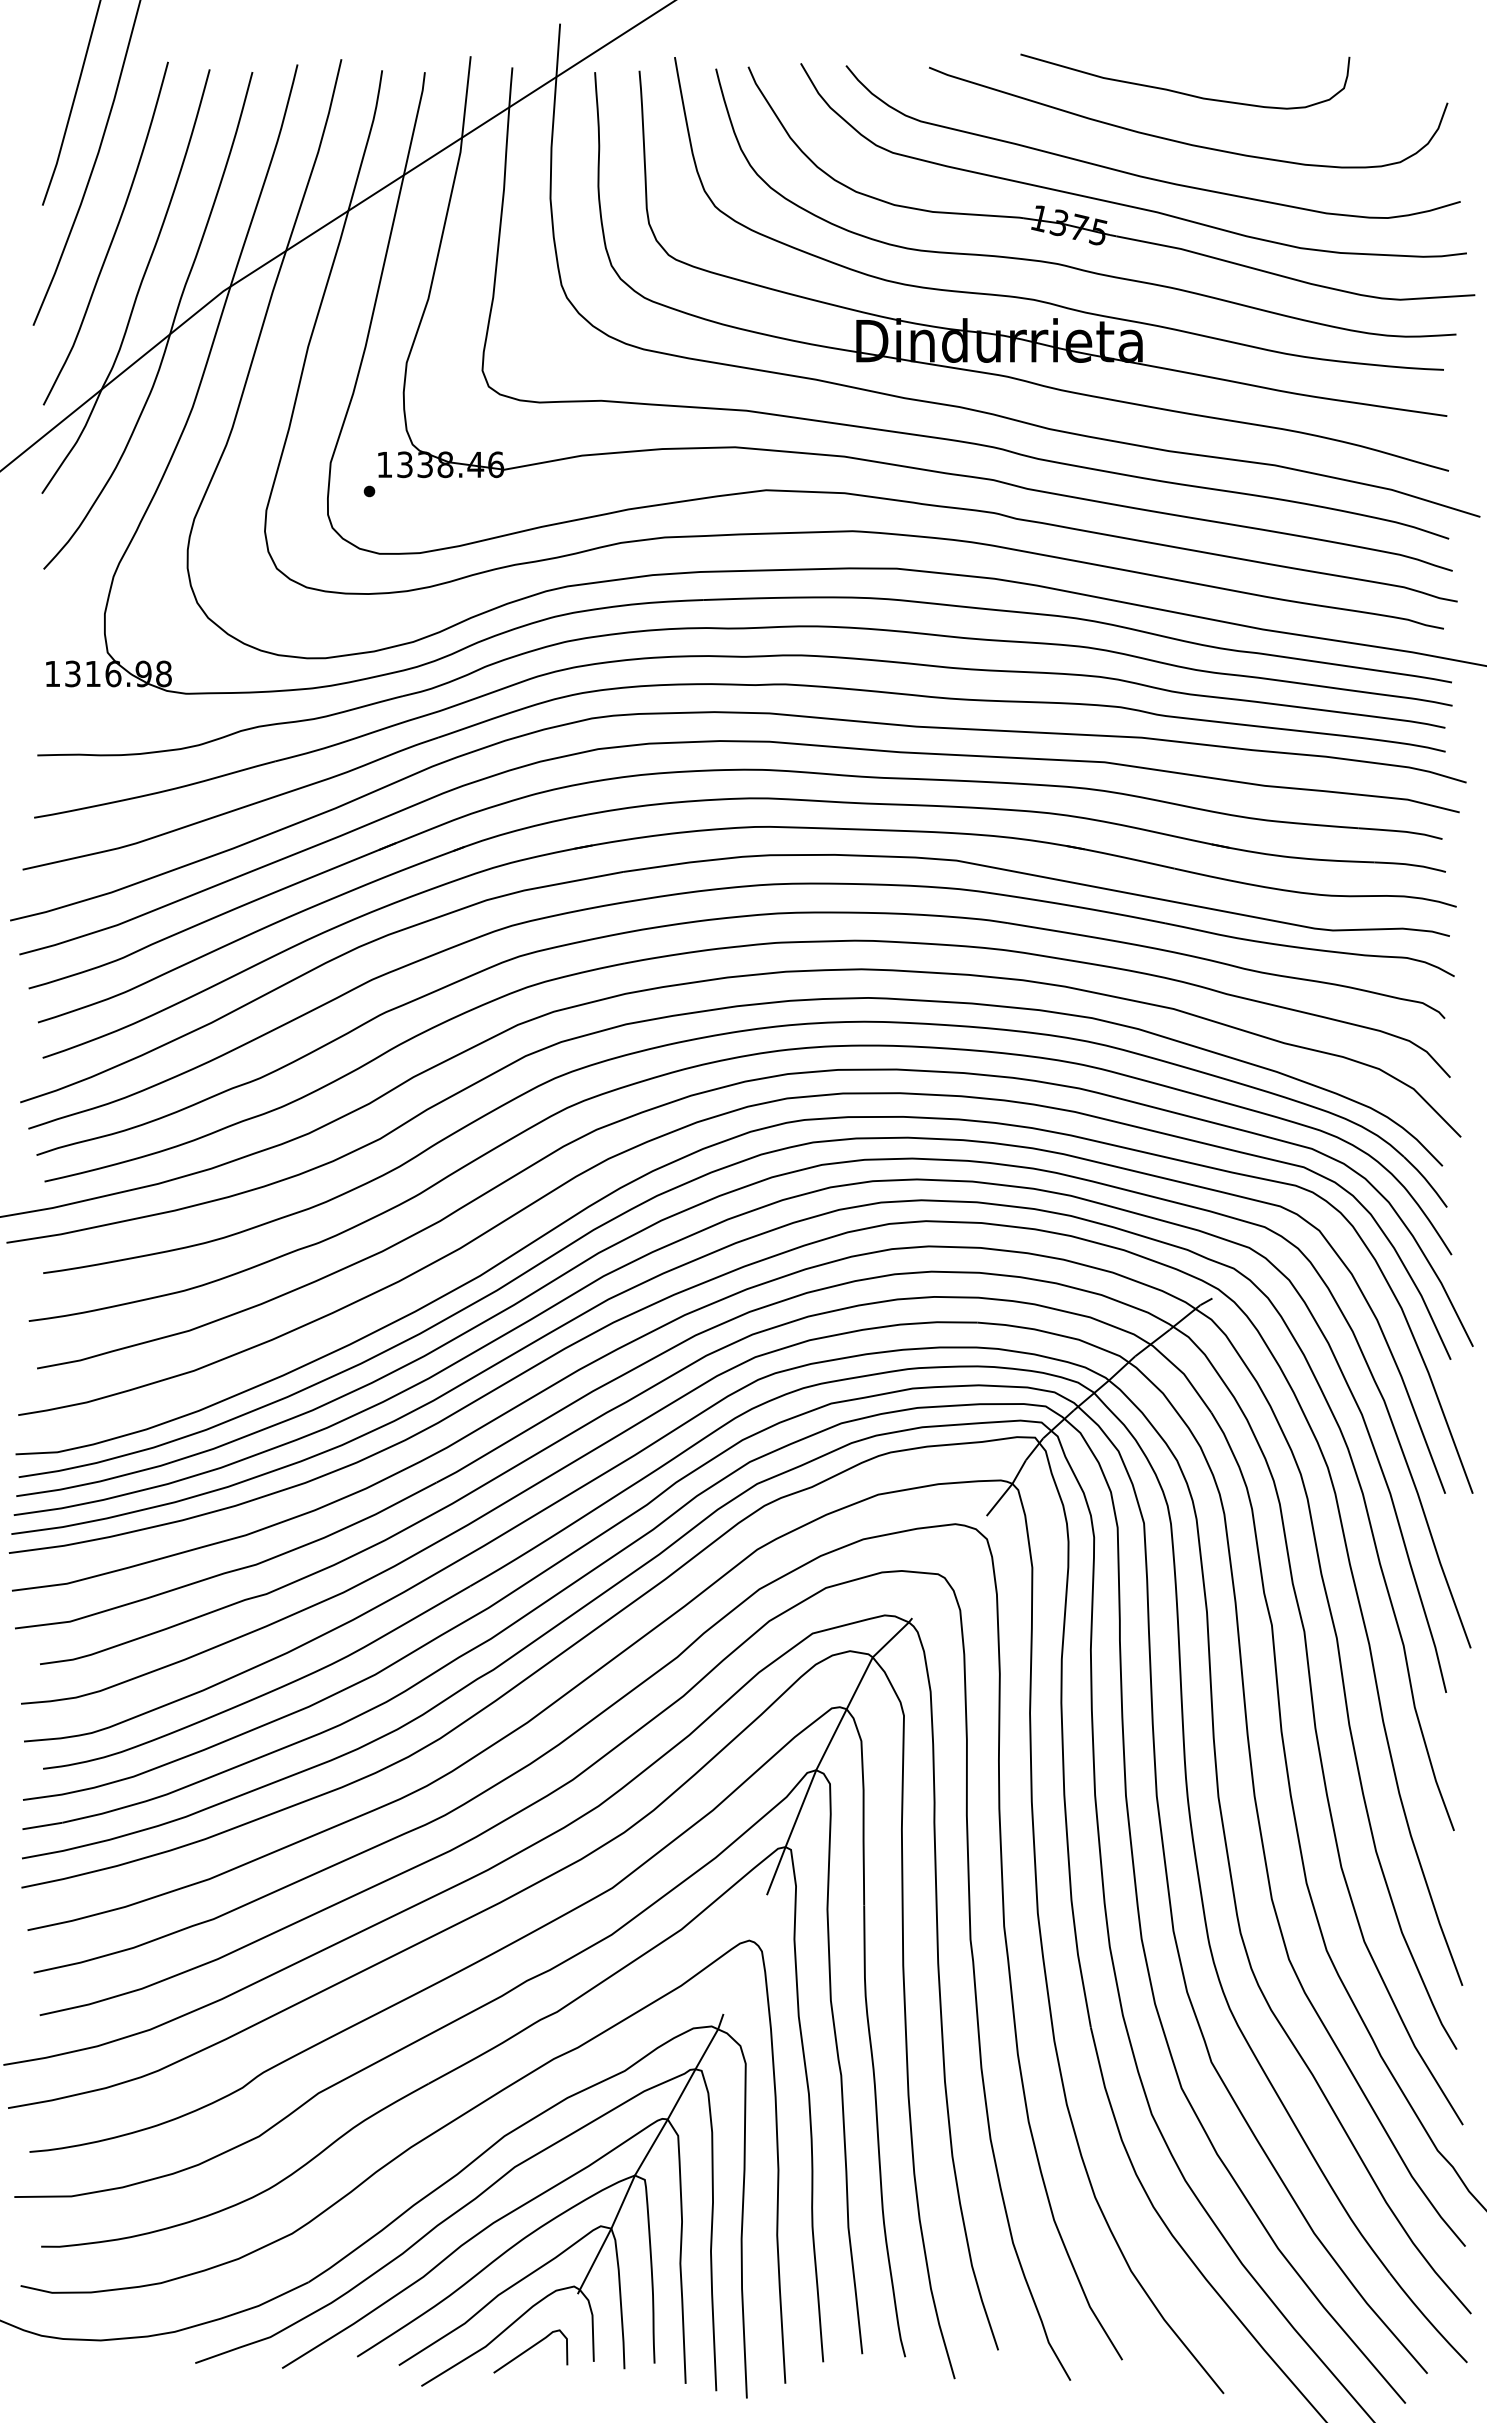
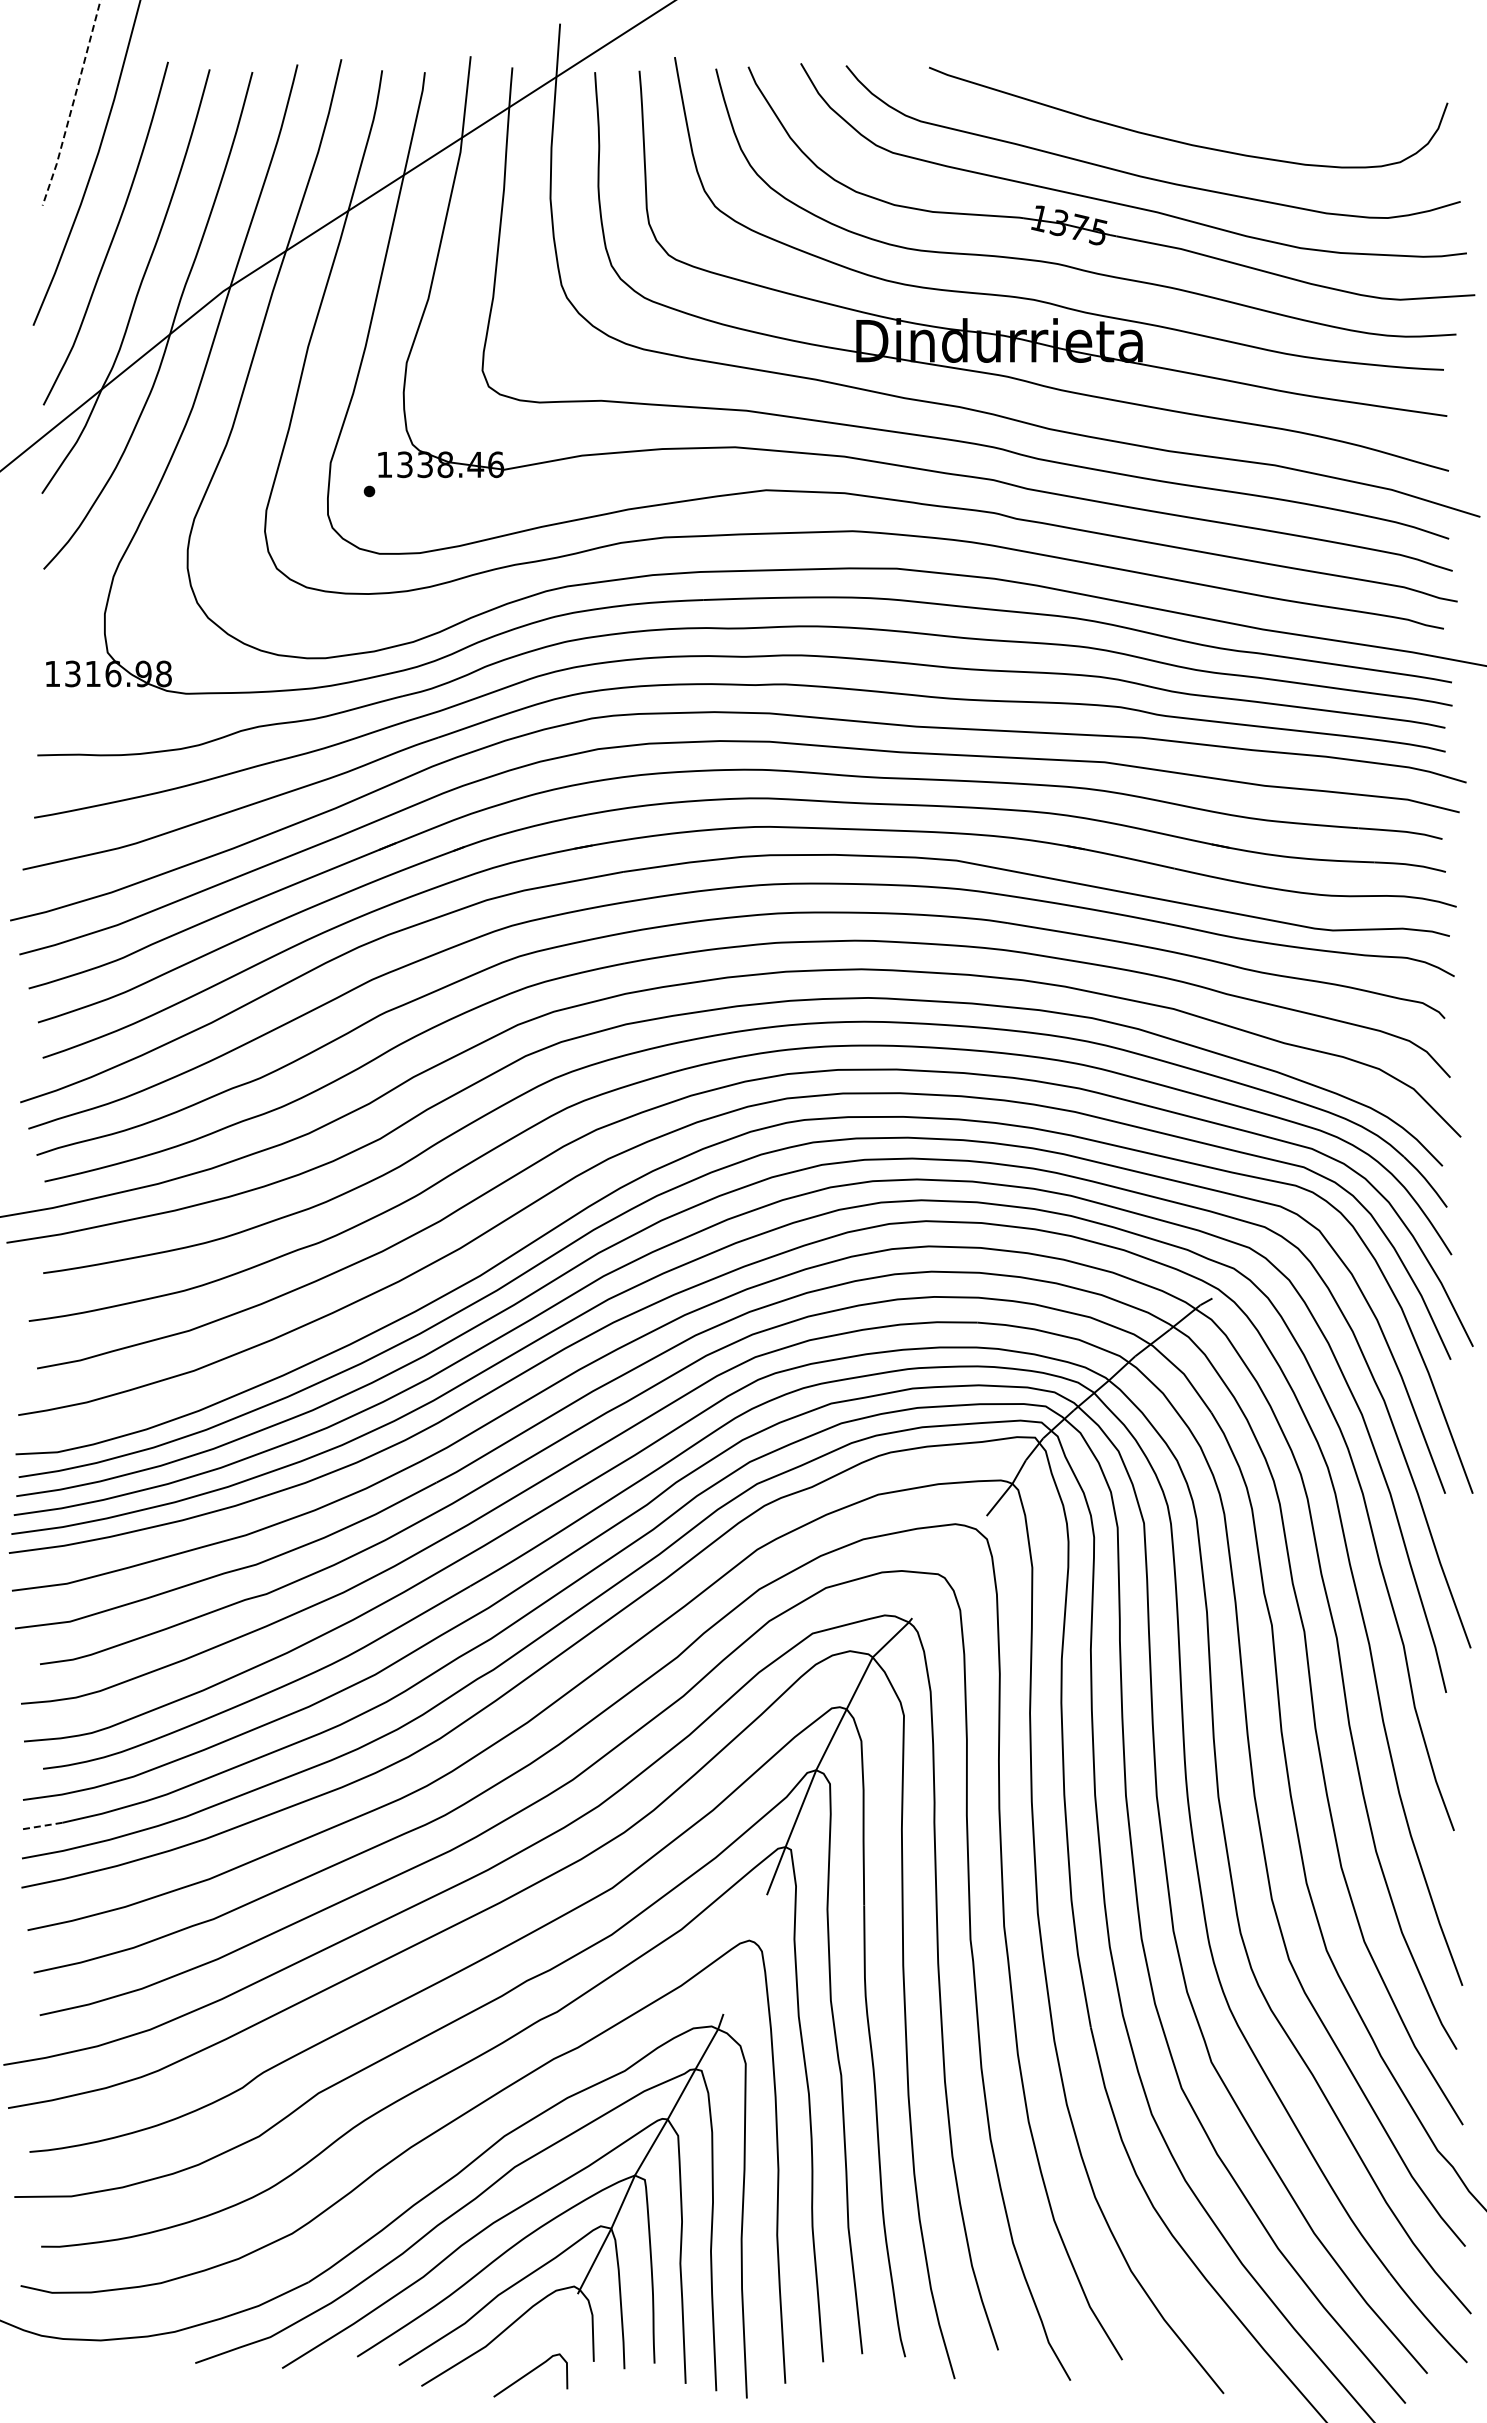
curve at (1183, 92): present -> none
line at (72, 104): solid -> dashed
line at (42, 1826): solid -> dashed
curve at (530, 2349) position: (530, 2349) -> (530, 2373)
